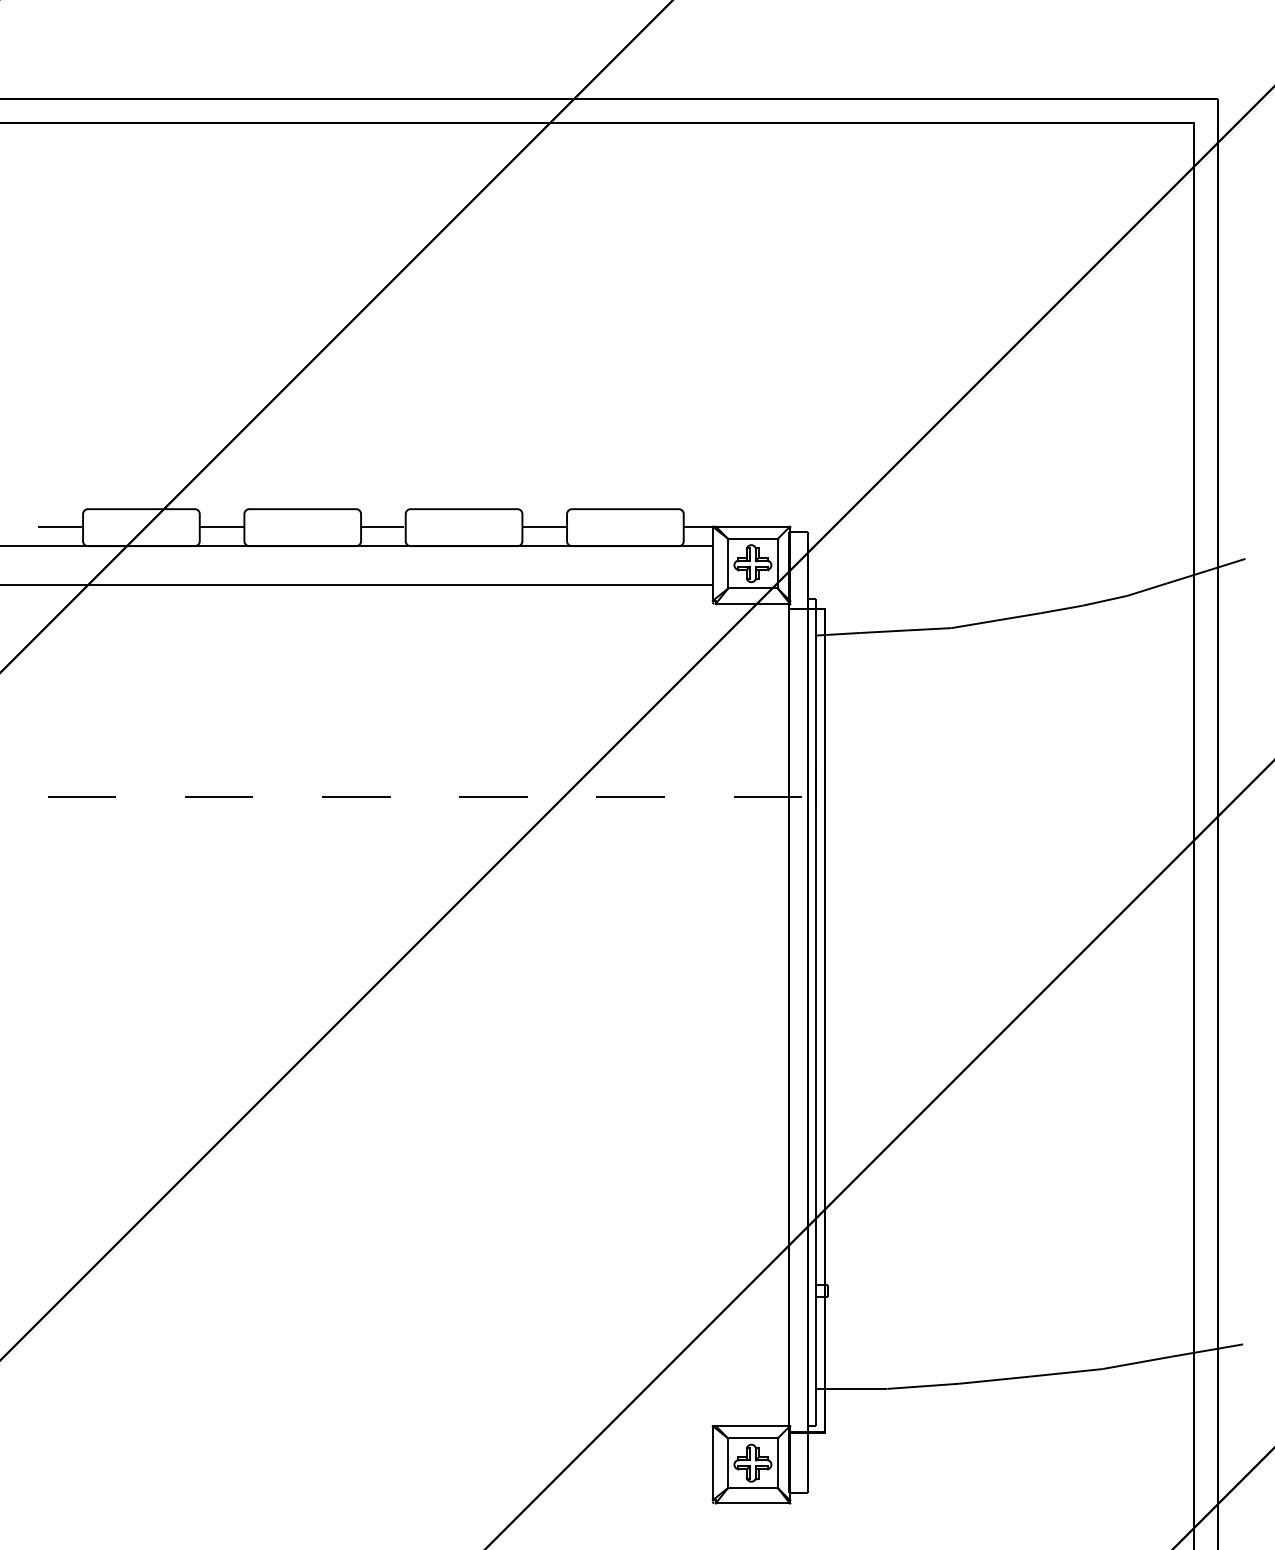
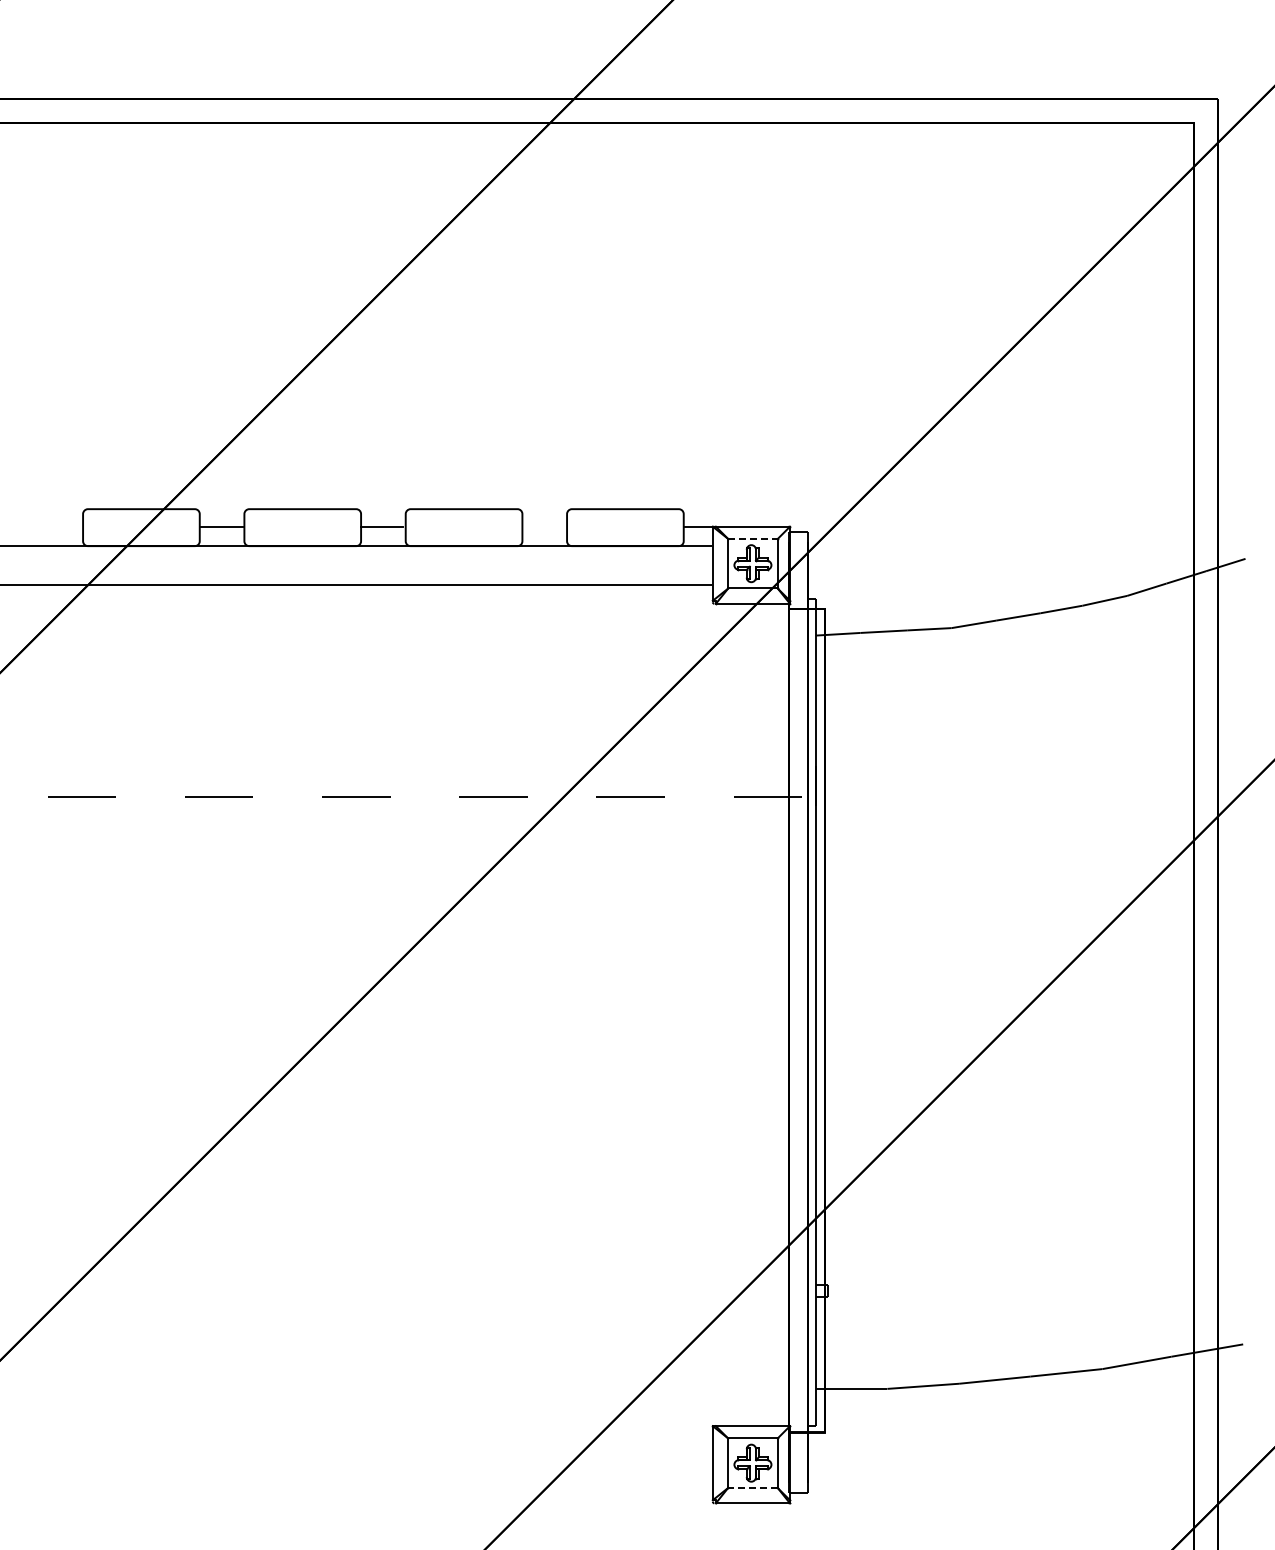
line at (59, 526): present -> none
line at (544, 526): present -> none
line at (752, 539): solid -> dashed
line at (752, 1487): solid -> dashed
